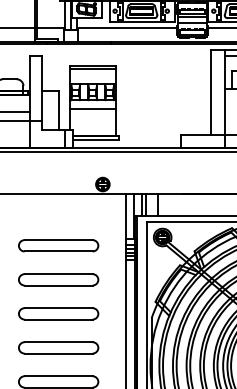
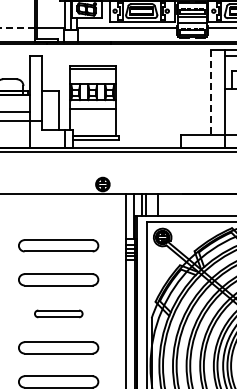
line at (16, 28): solid -> dashed
line at (211, 92): solid -> dashed
part at (58, 313) size: 82x14 px -> 50x10 px
